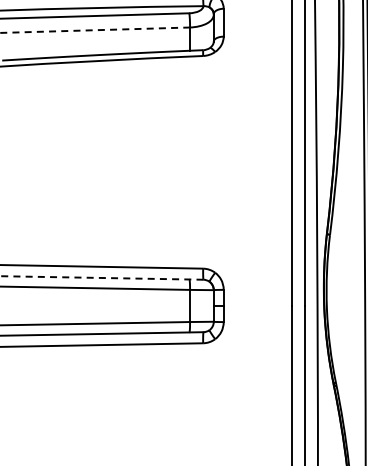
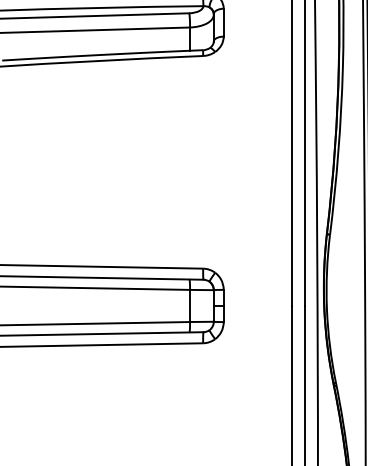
line at (95, 30): dashed -> solid
line at (101, 277): dashed -> solid
